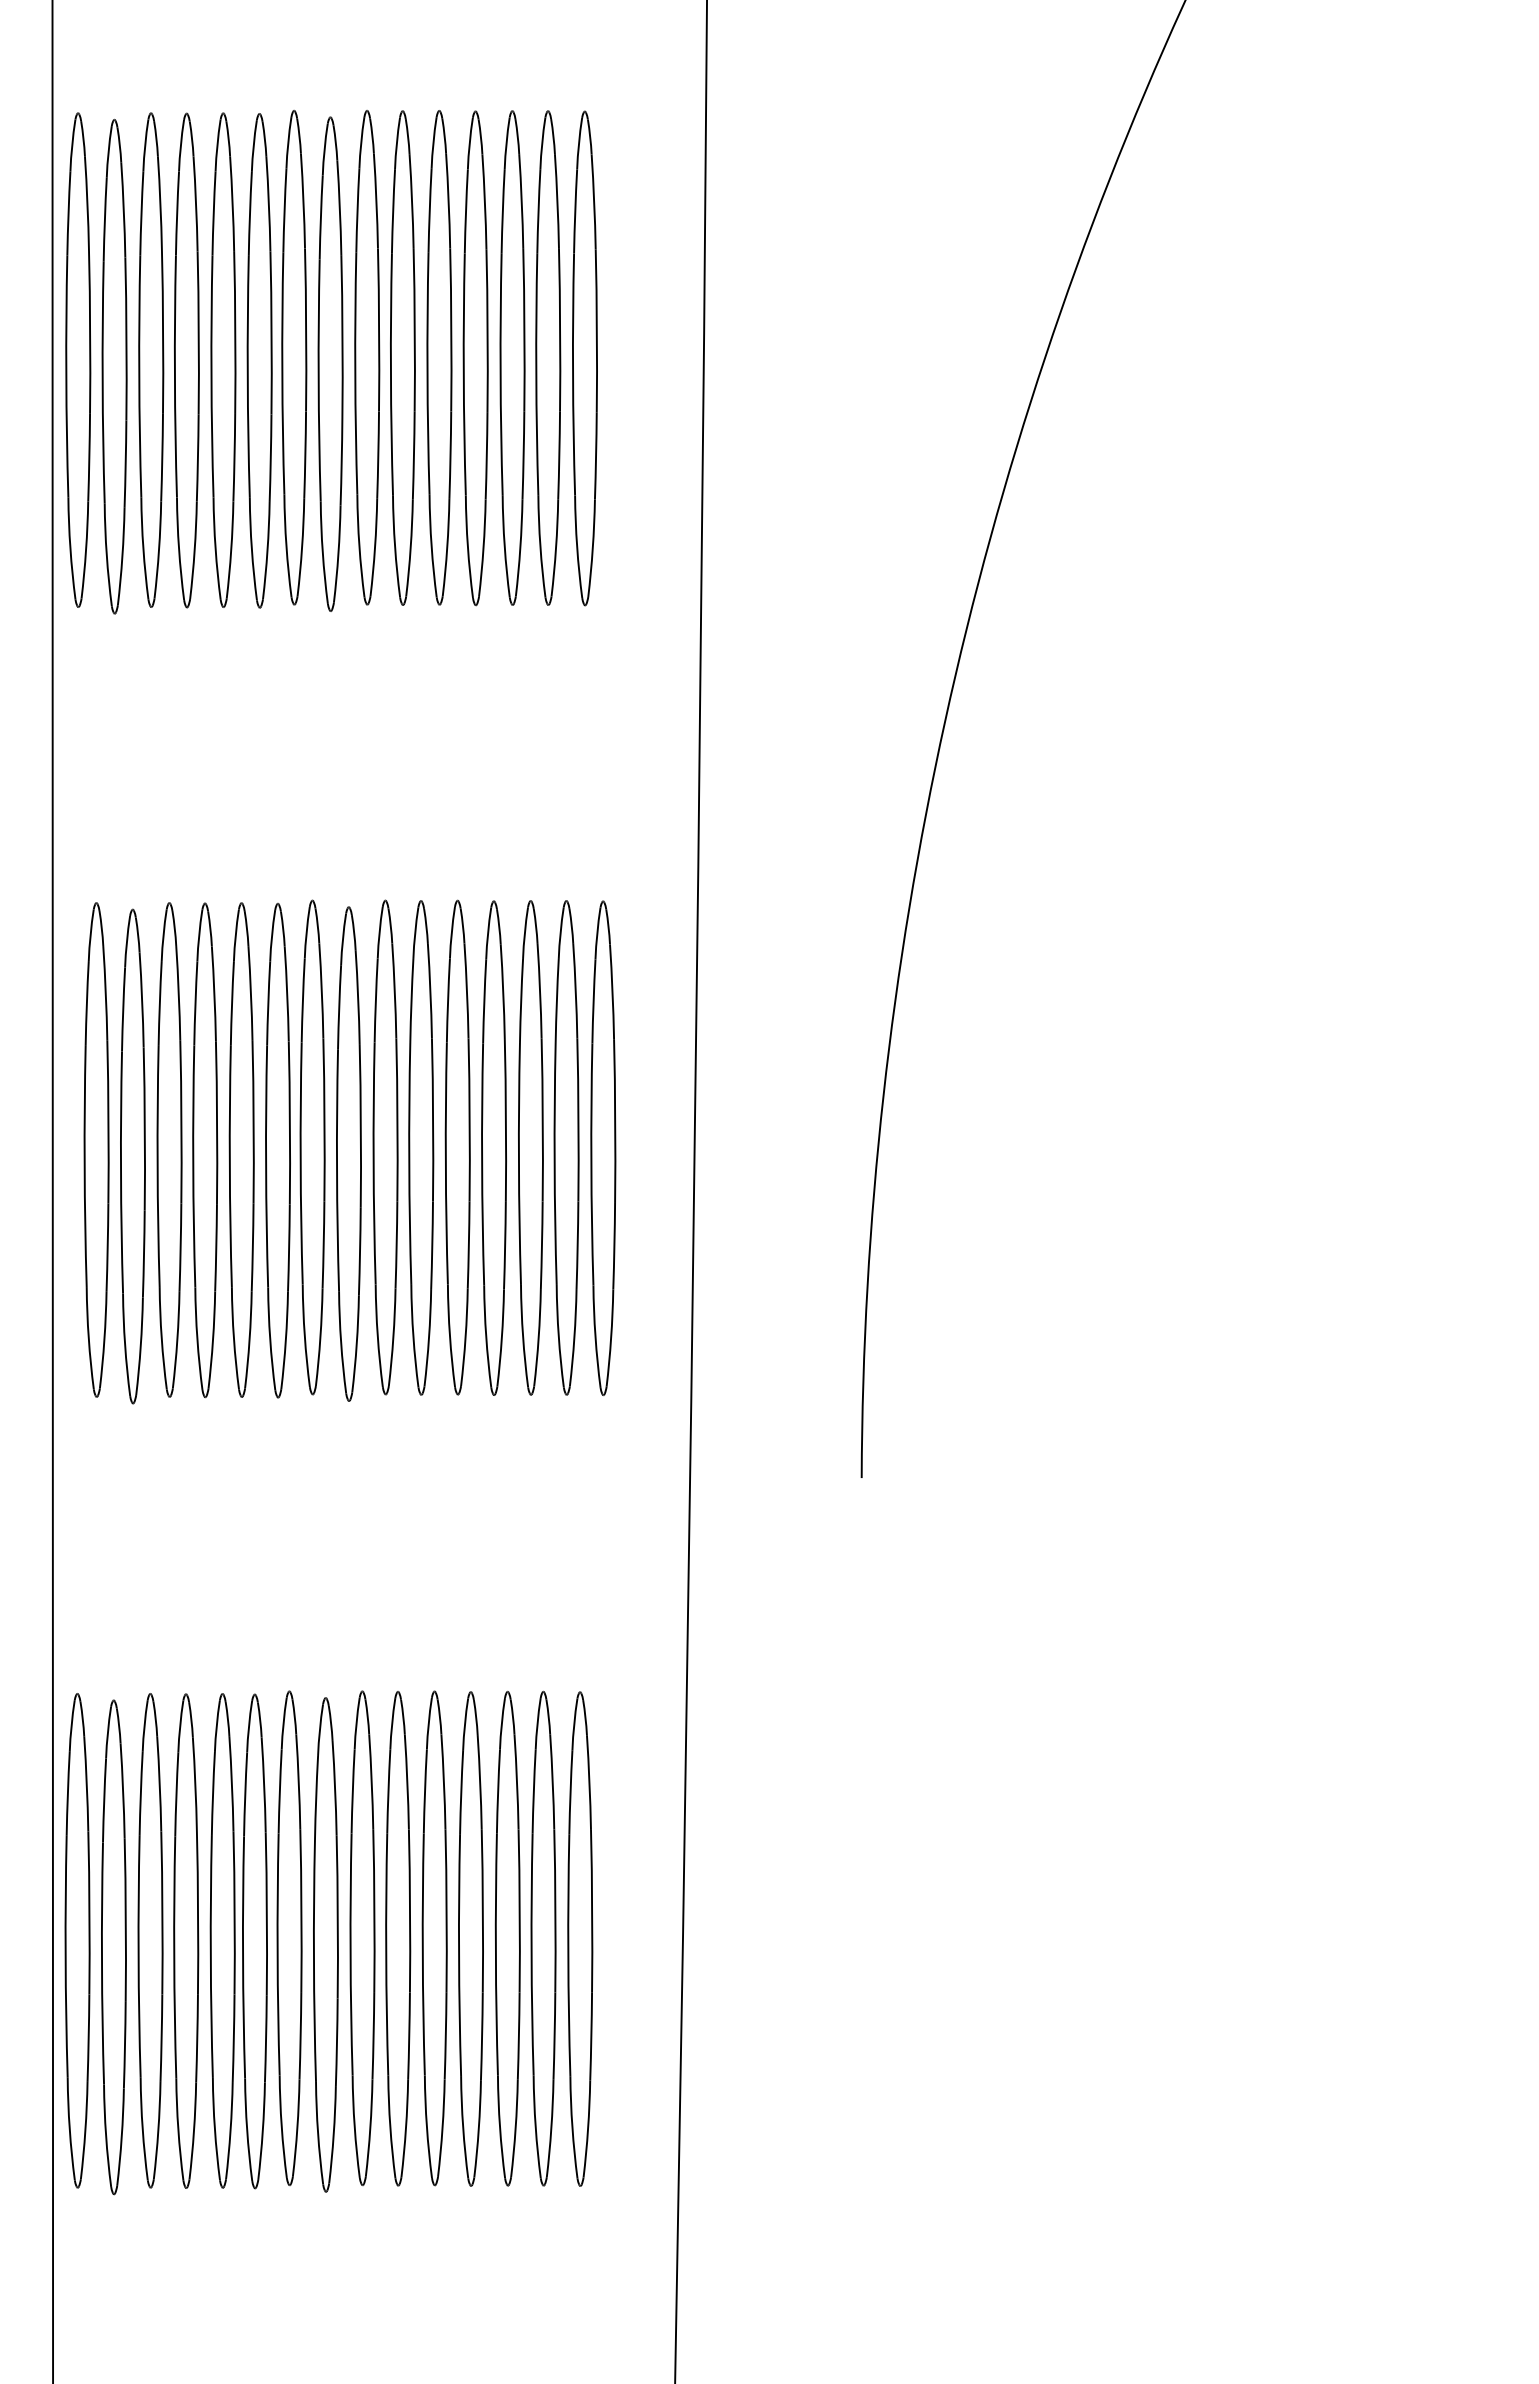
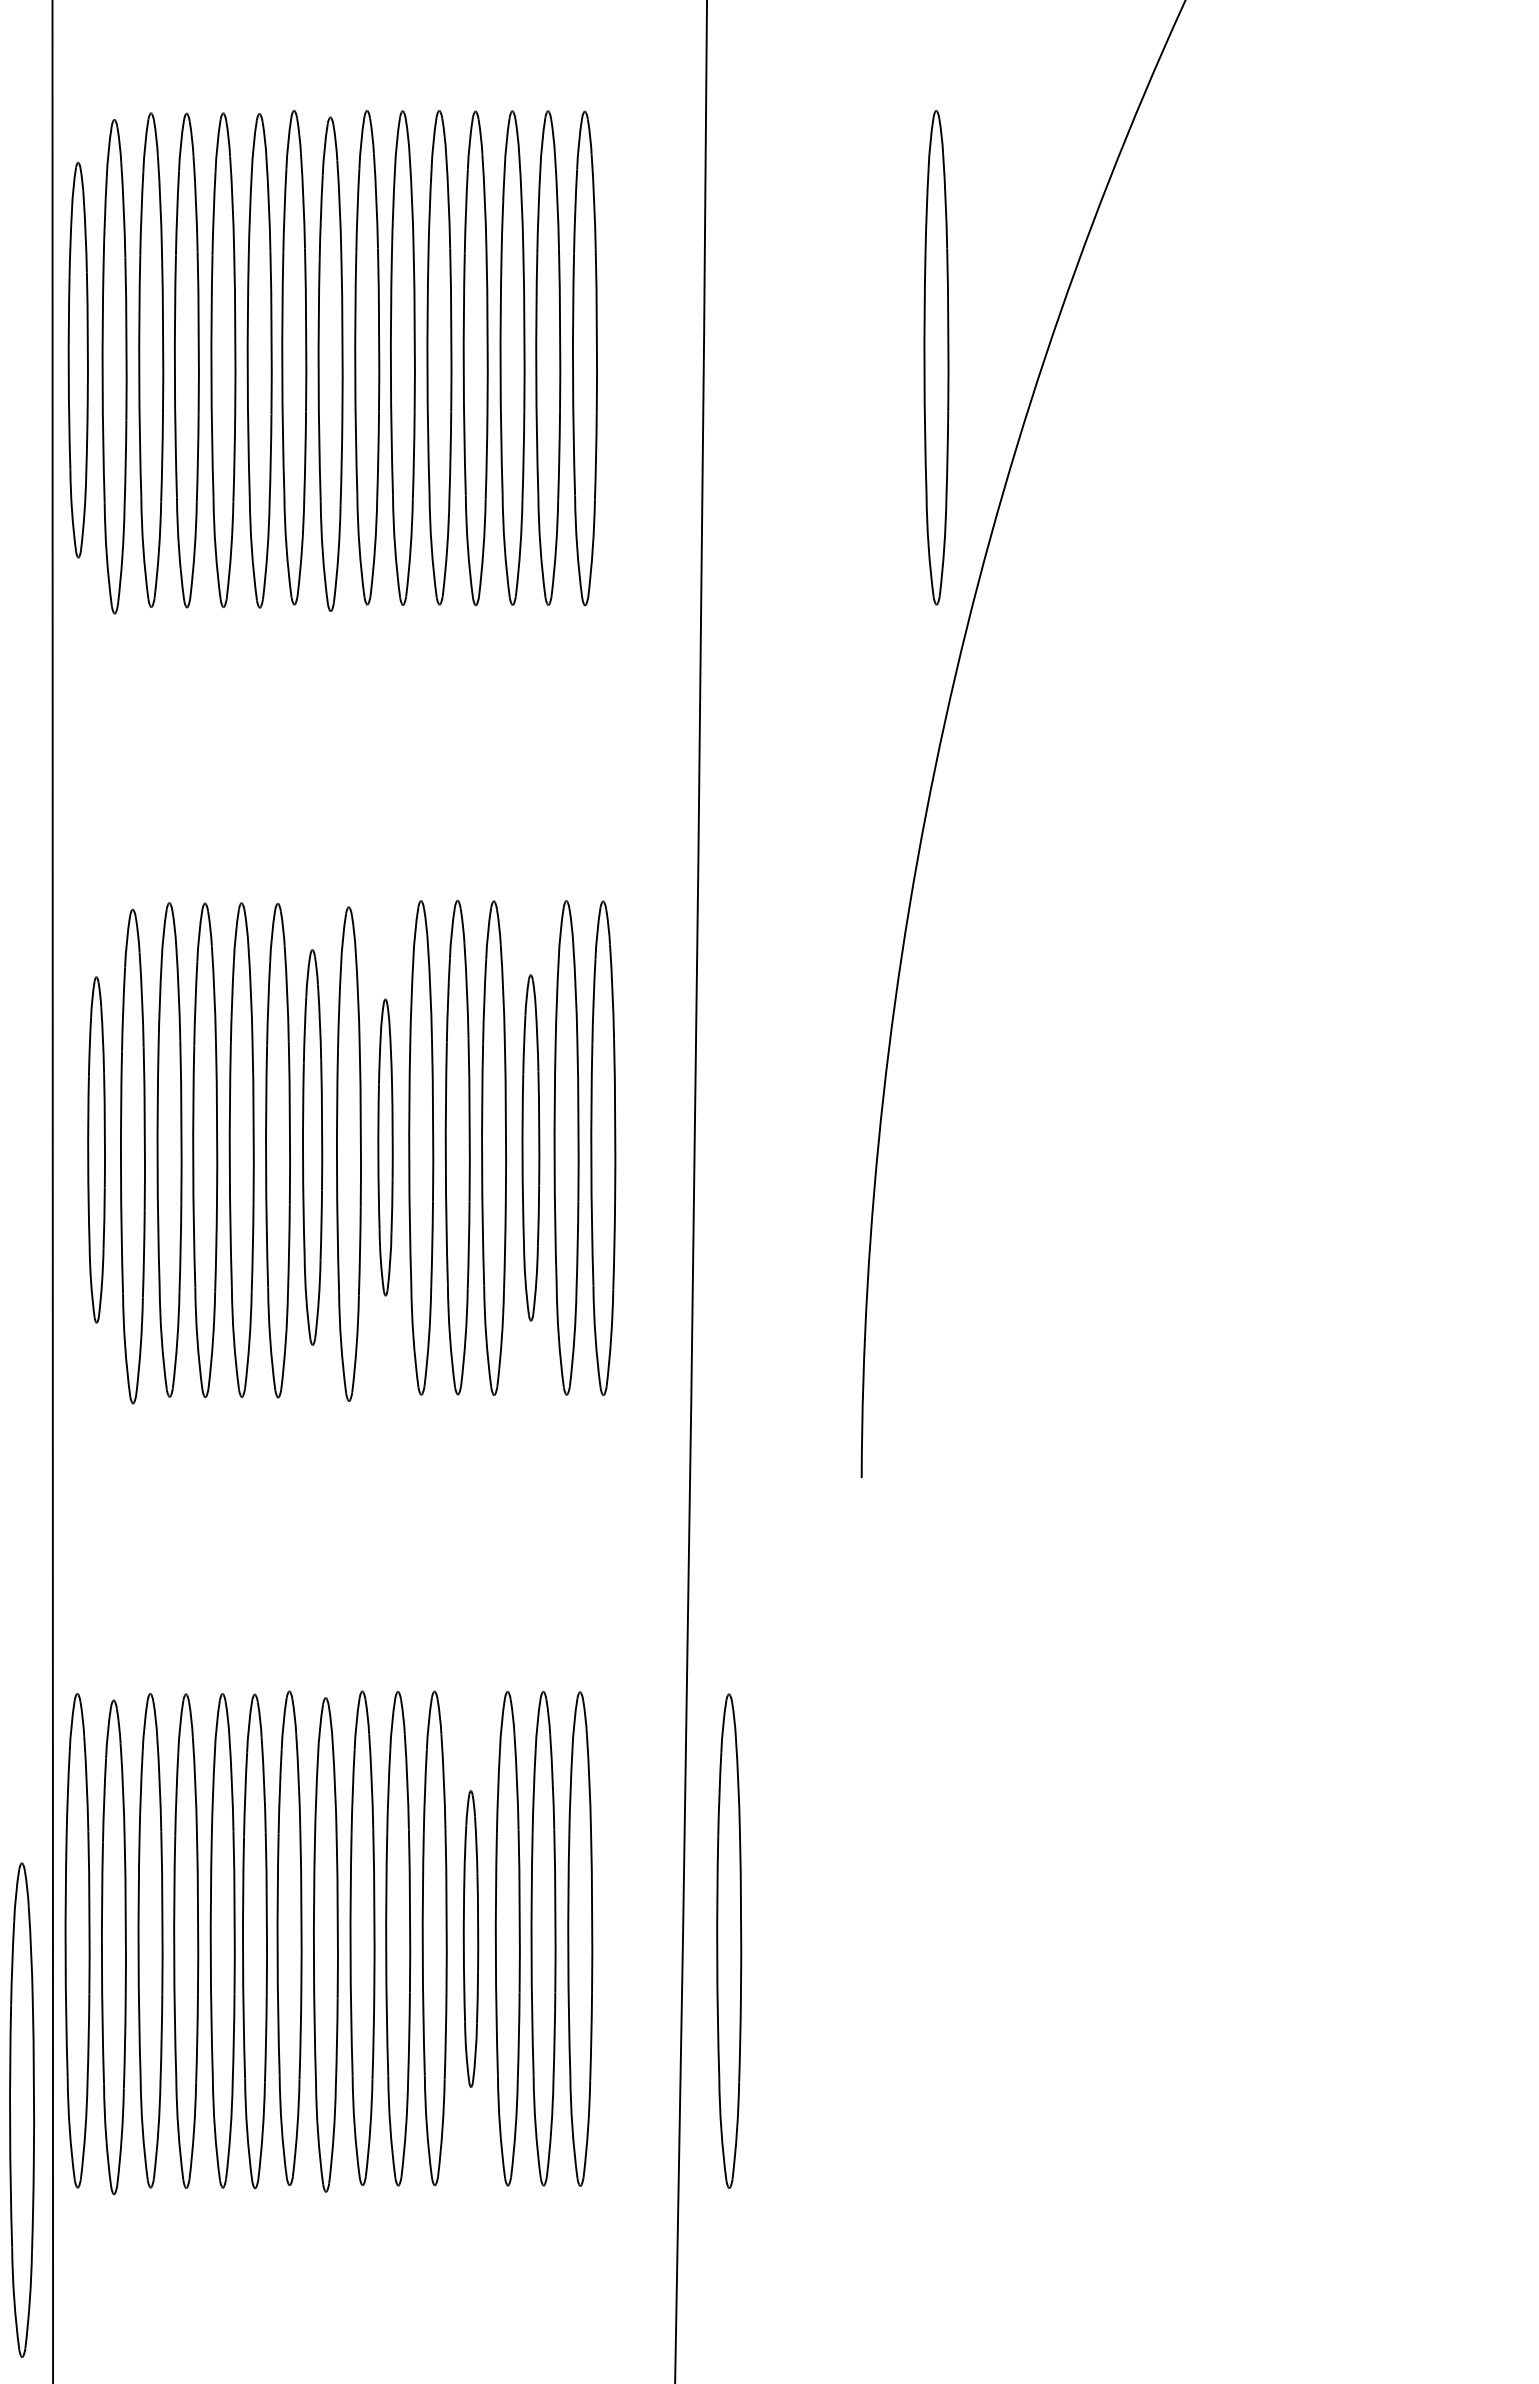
part at (936, 357): none -> present
part at (78, 359) size: 27x496 px -> 22x398 px
part at (312, 1147) size: 27x497 px -> 22x397 px
part at (385, 1147) size: 27x497 px -> 17x299 px
part at (530, 1147) size: 26x496 px -> 20x348 px
part at (96, 1149) size: 27x496 px -> 19x348 px
part at (470, 1938) size: 26x496 px -> 18x298 px
part at (729, 1940): none -> present
part at (21, 2109): none -> present
